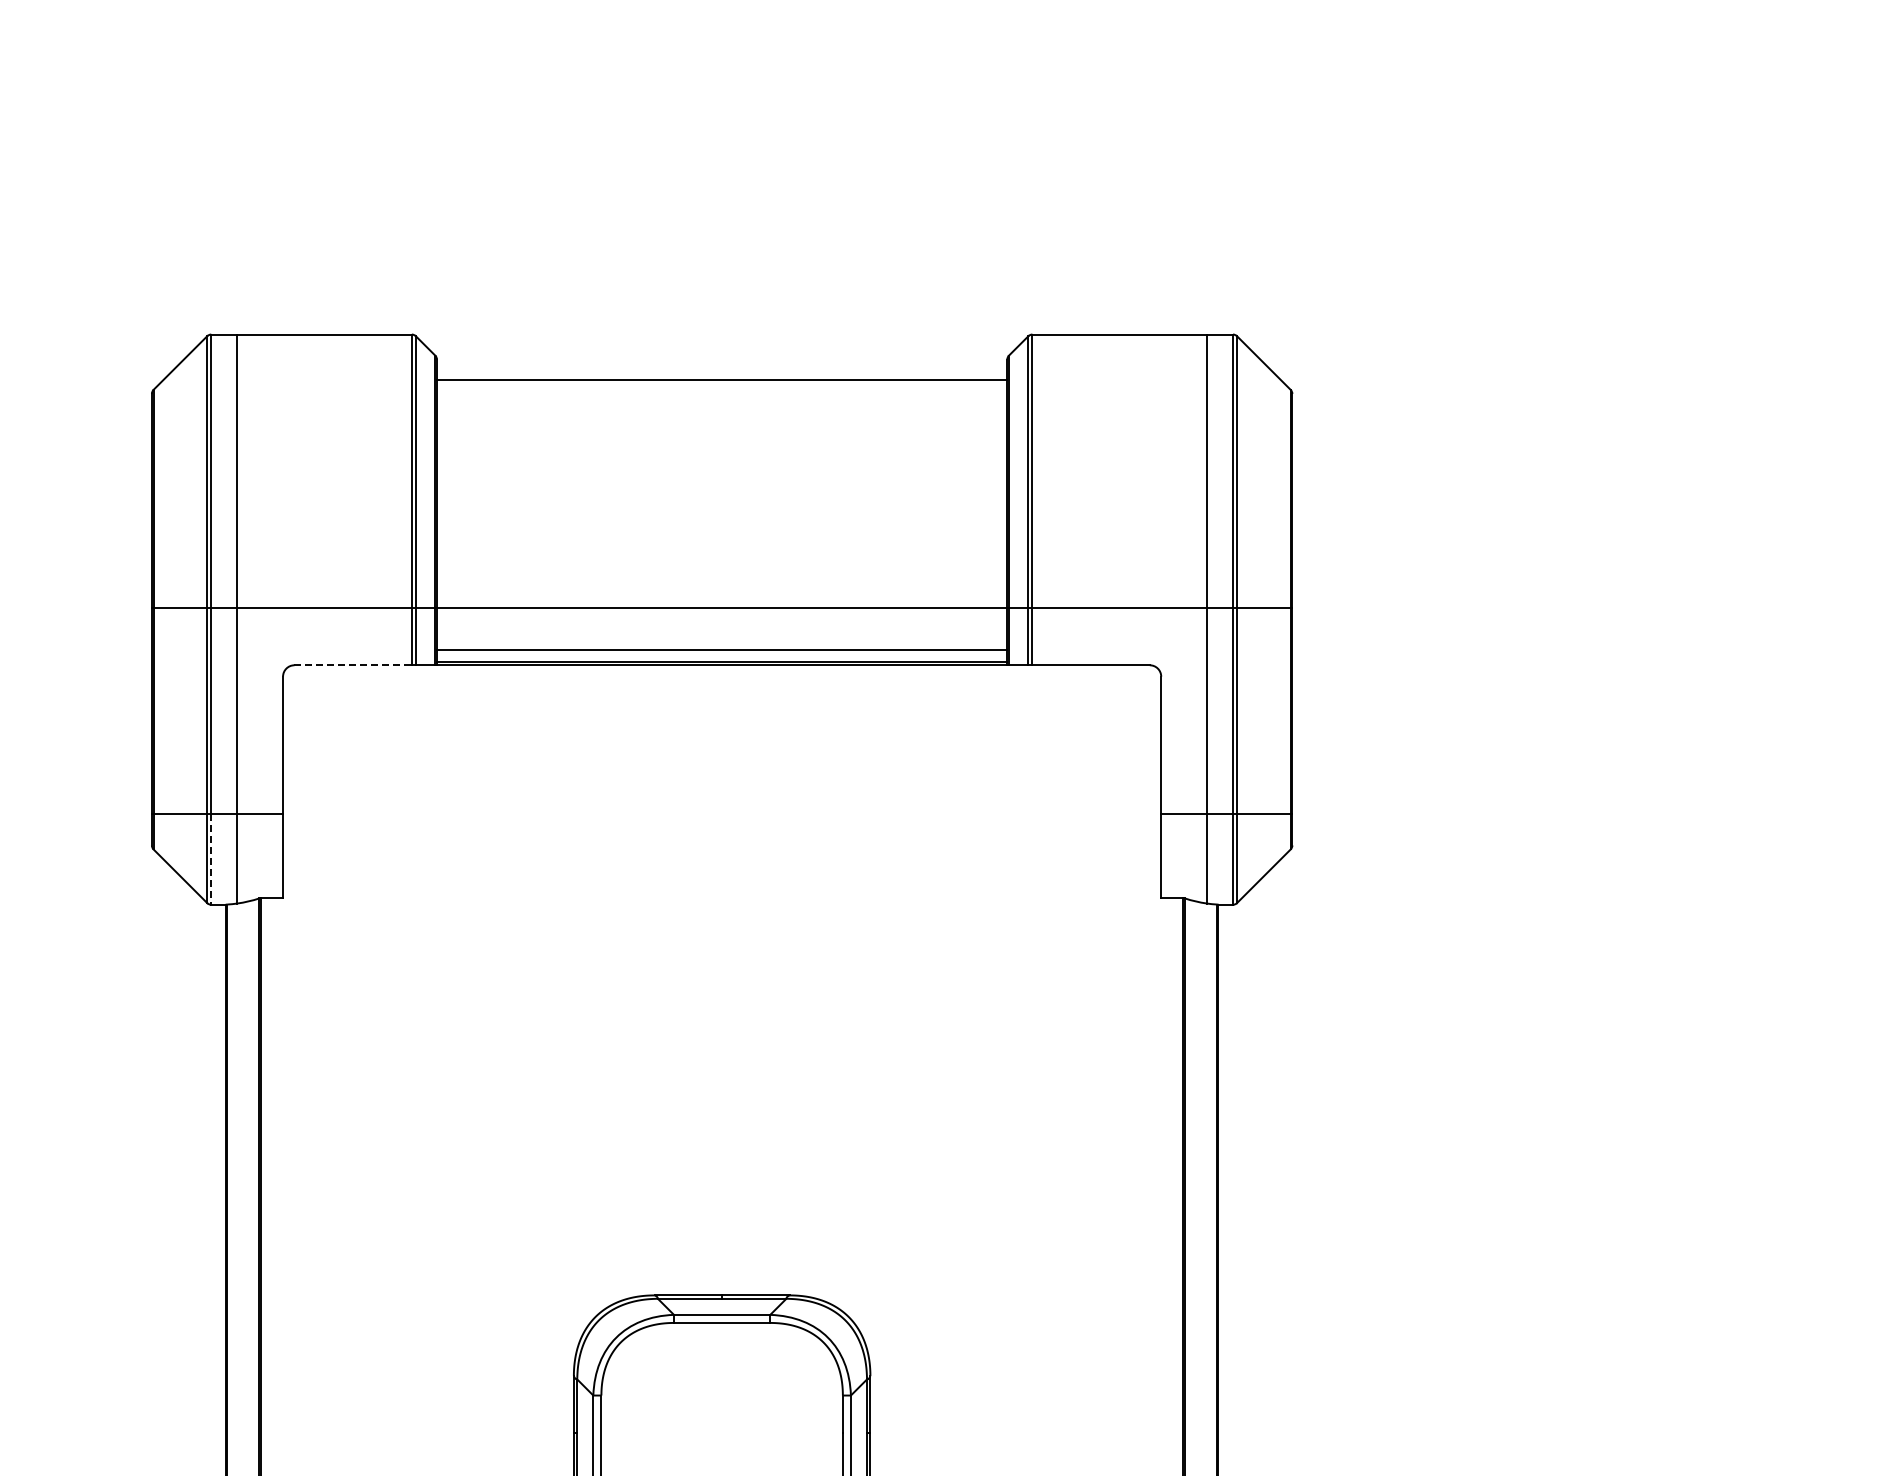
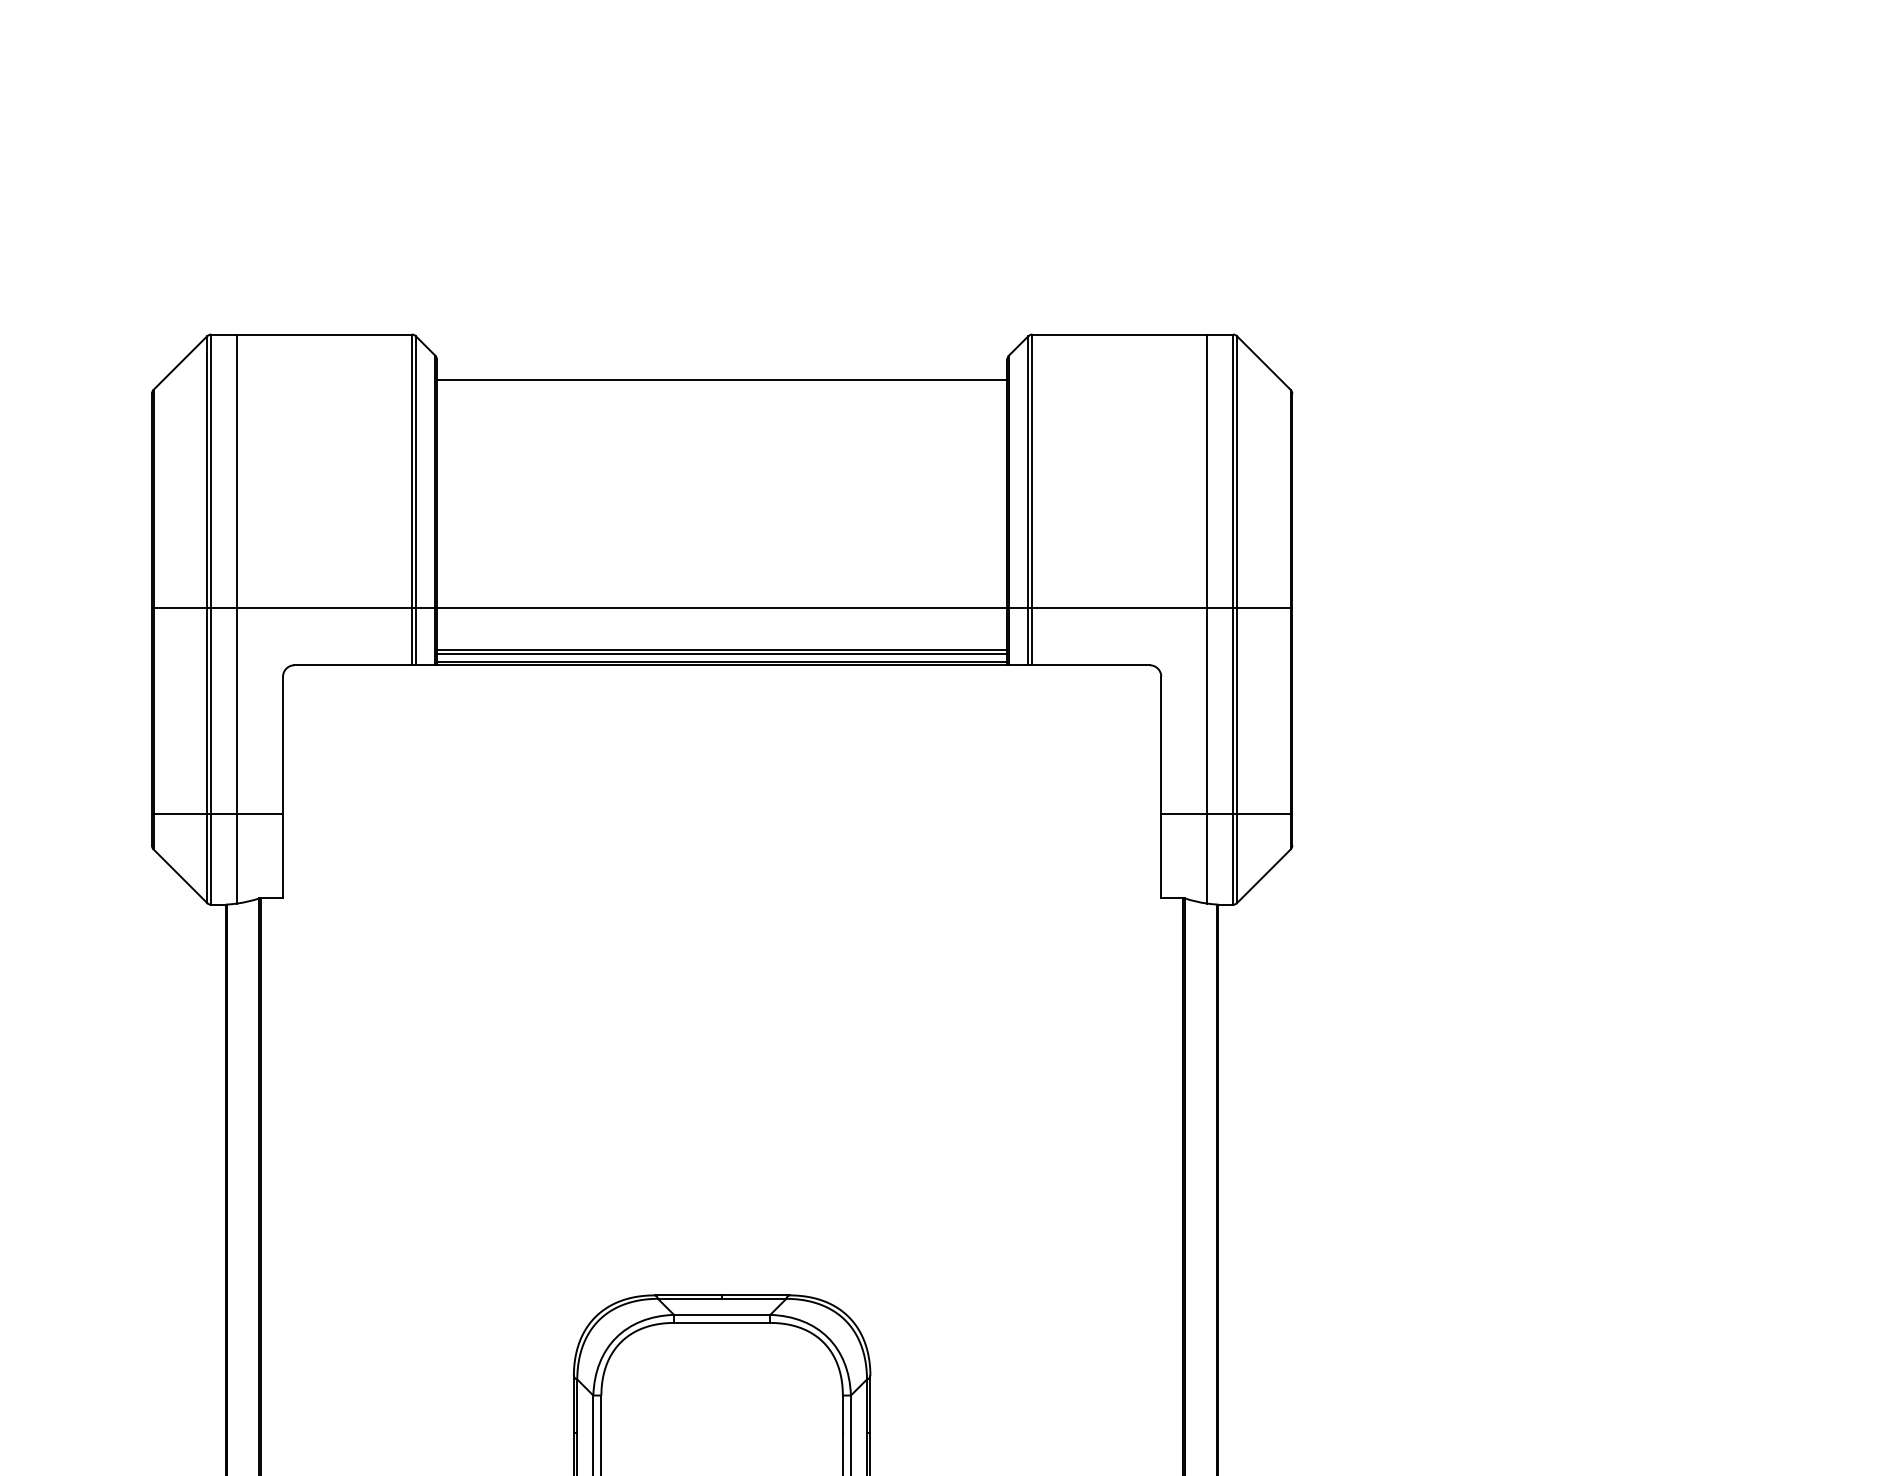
line at (722, 653): none -> present
line at (353, 665): dashed -> solid
line at (211, 859): dashed -> solid
